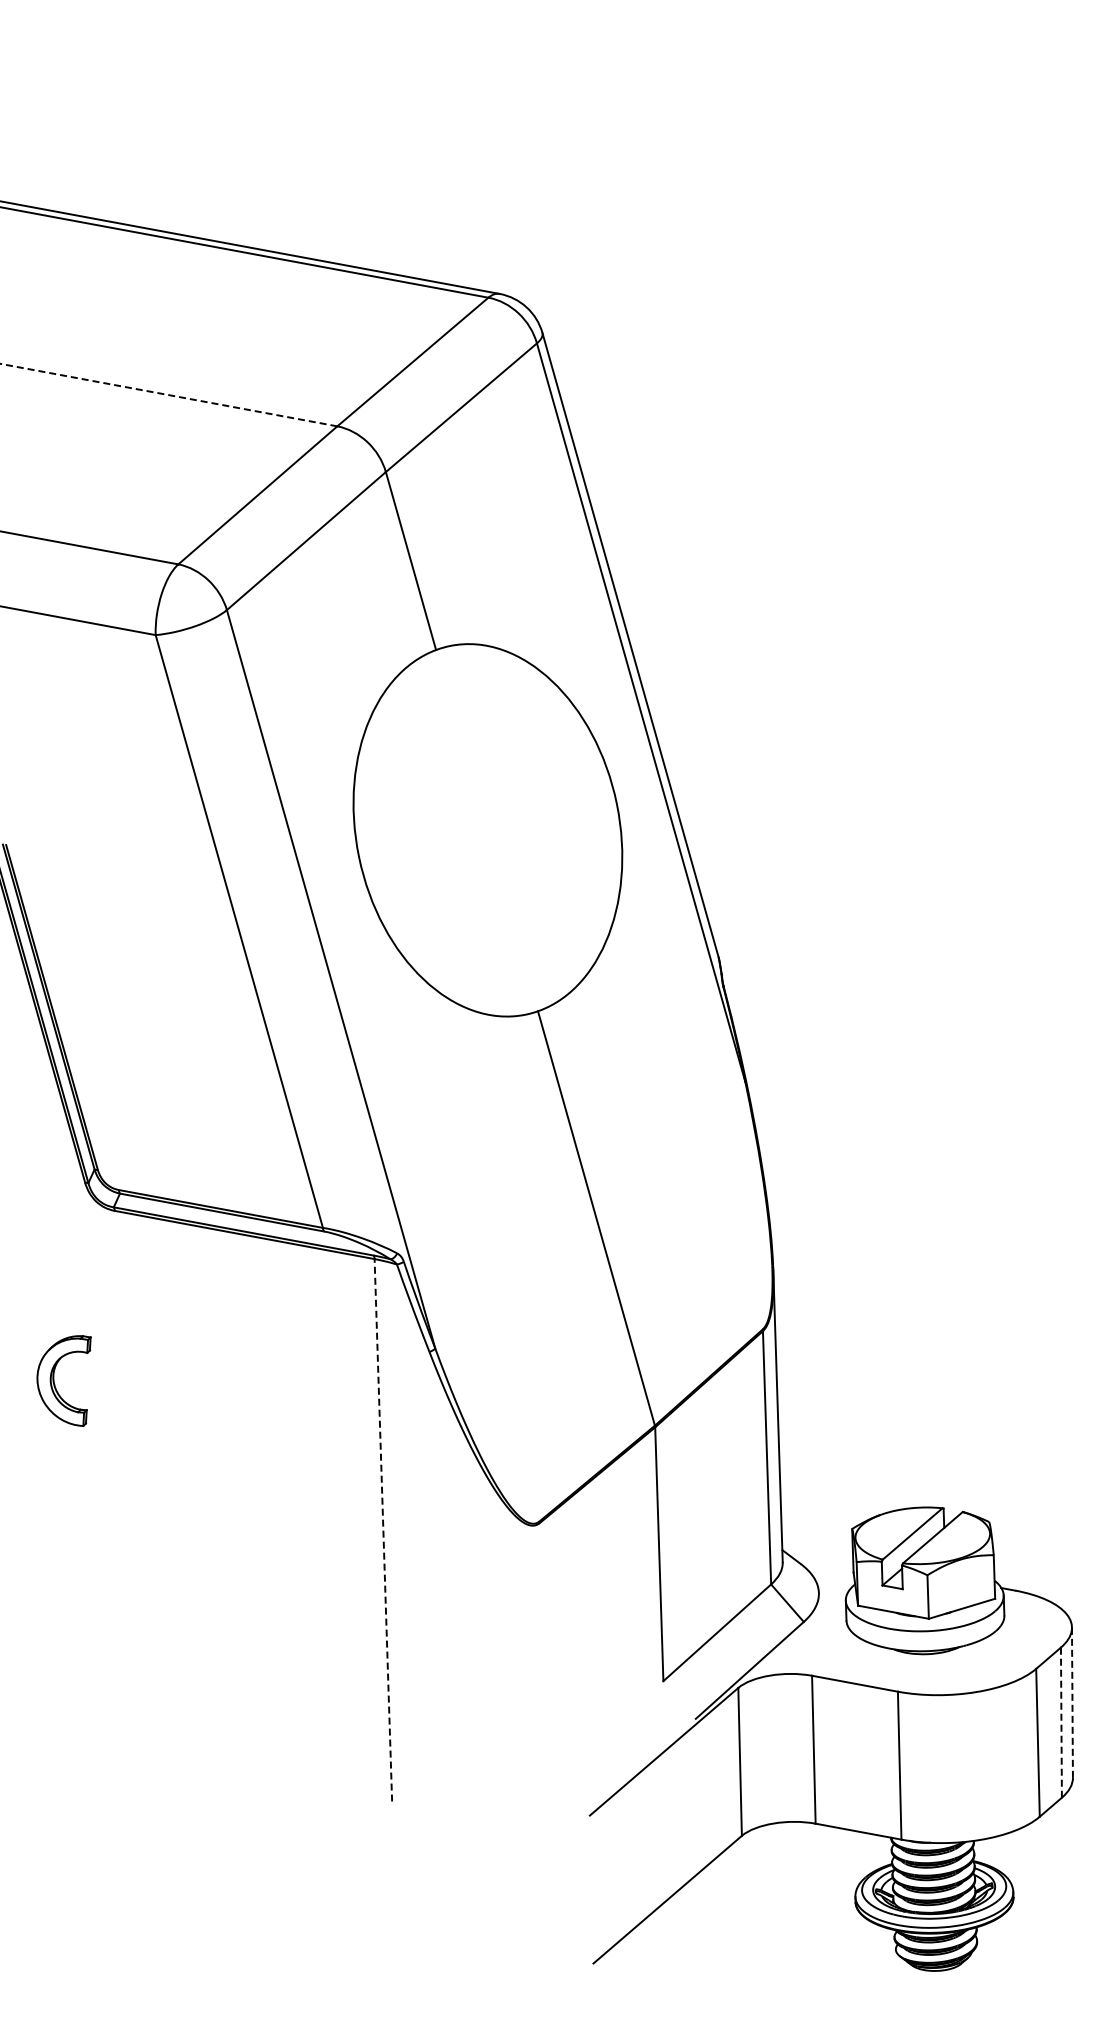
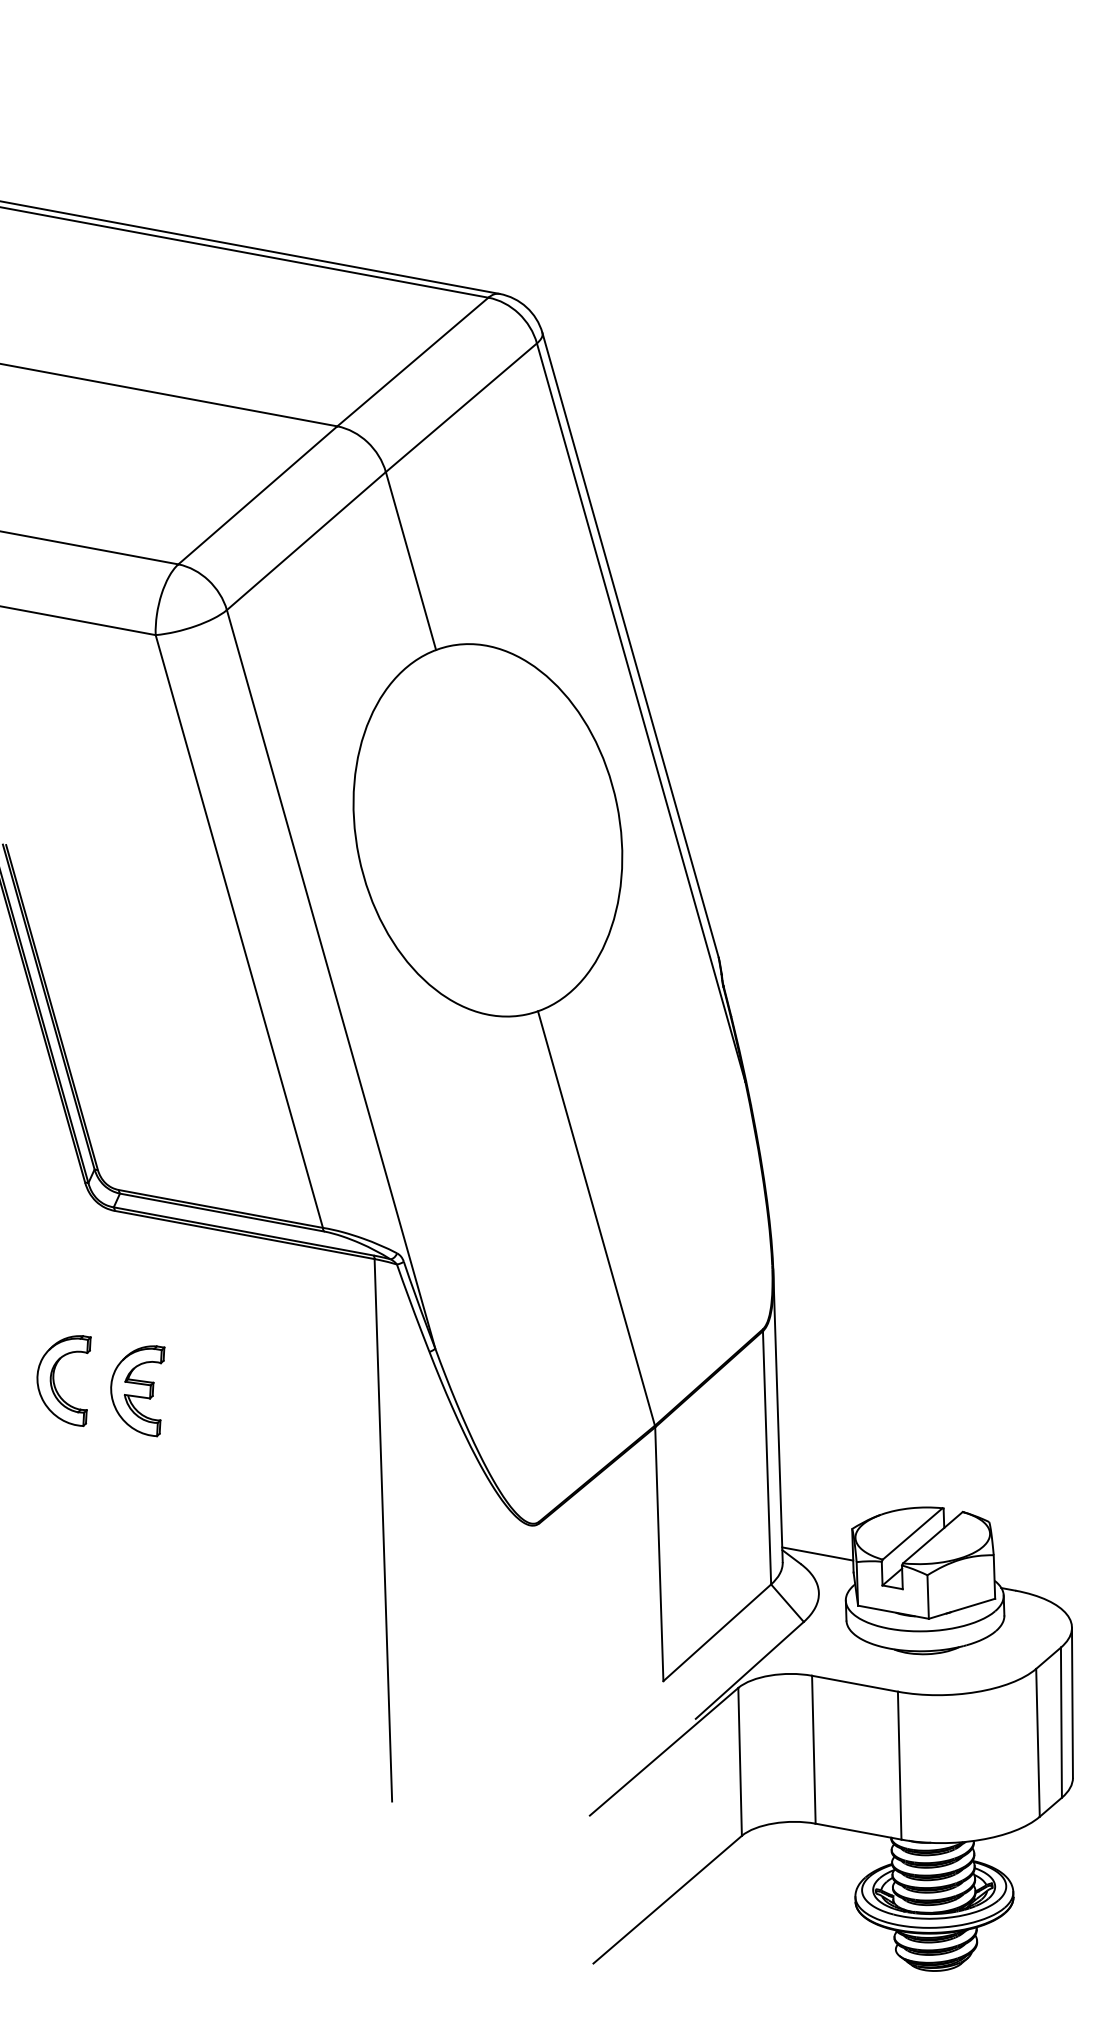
line at (168, 395): dashed -> solid
part at (137, 1391): none -> present
line at (383, 1529): dashed -> solid
line at (817, 1553): none -> present
line at (1072, 1702): dashed -> solid
line at (1061, 1722): dashed -> solid
